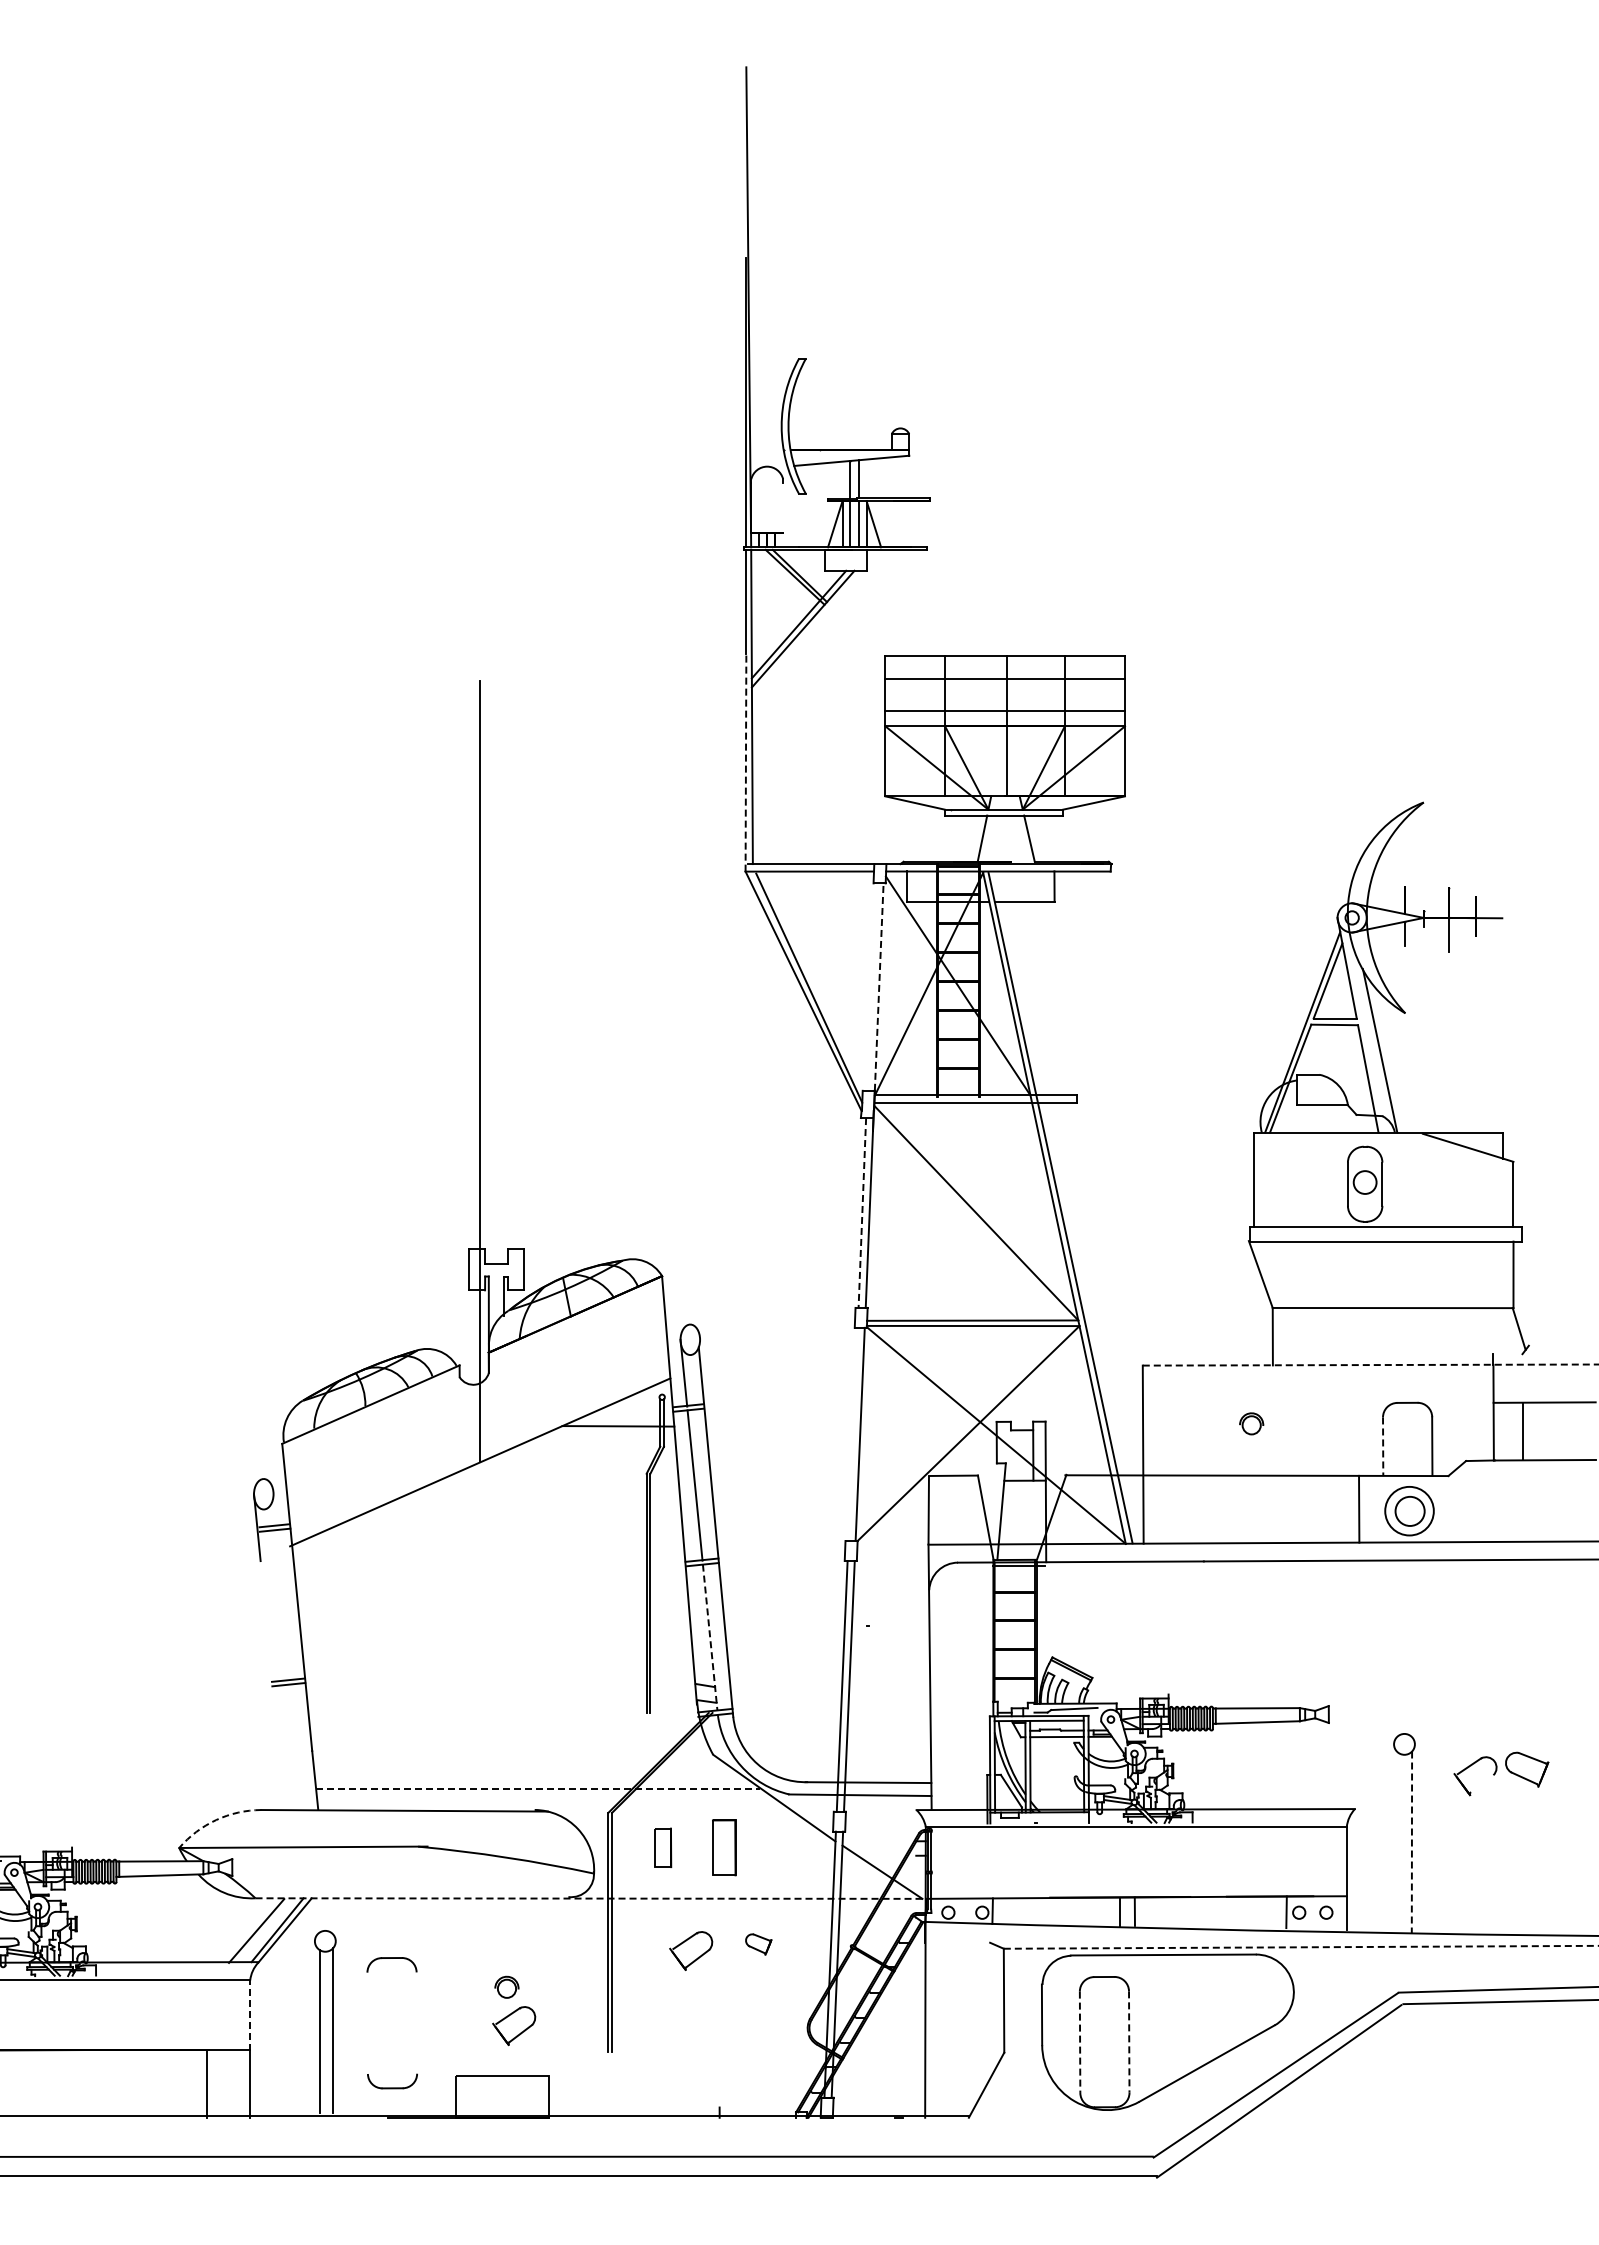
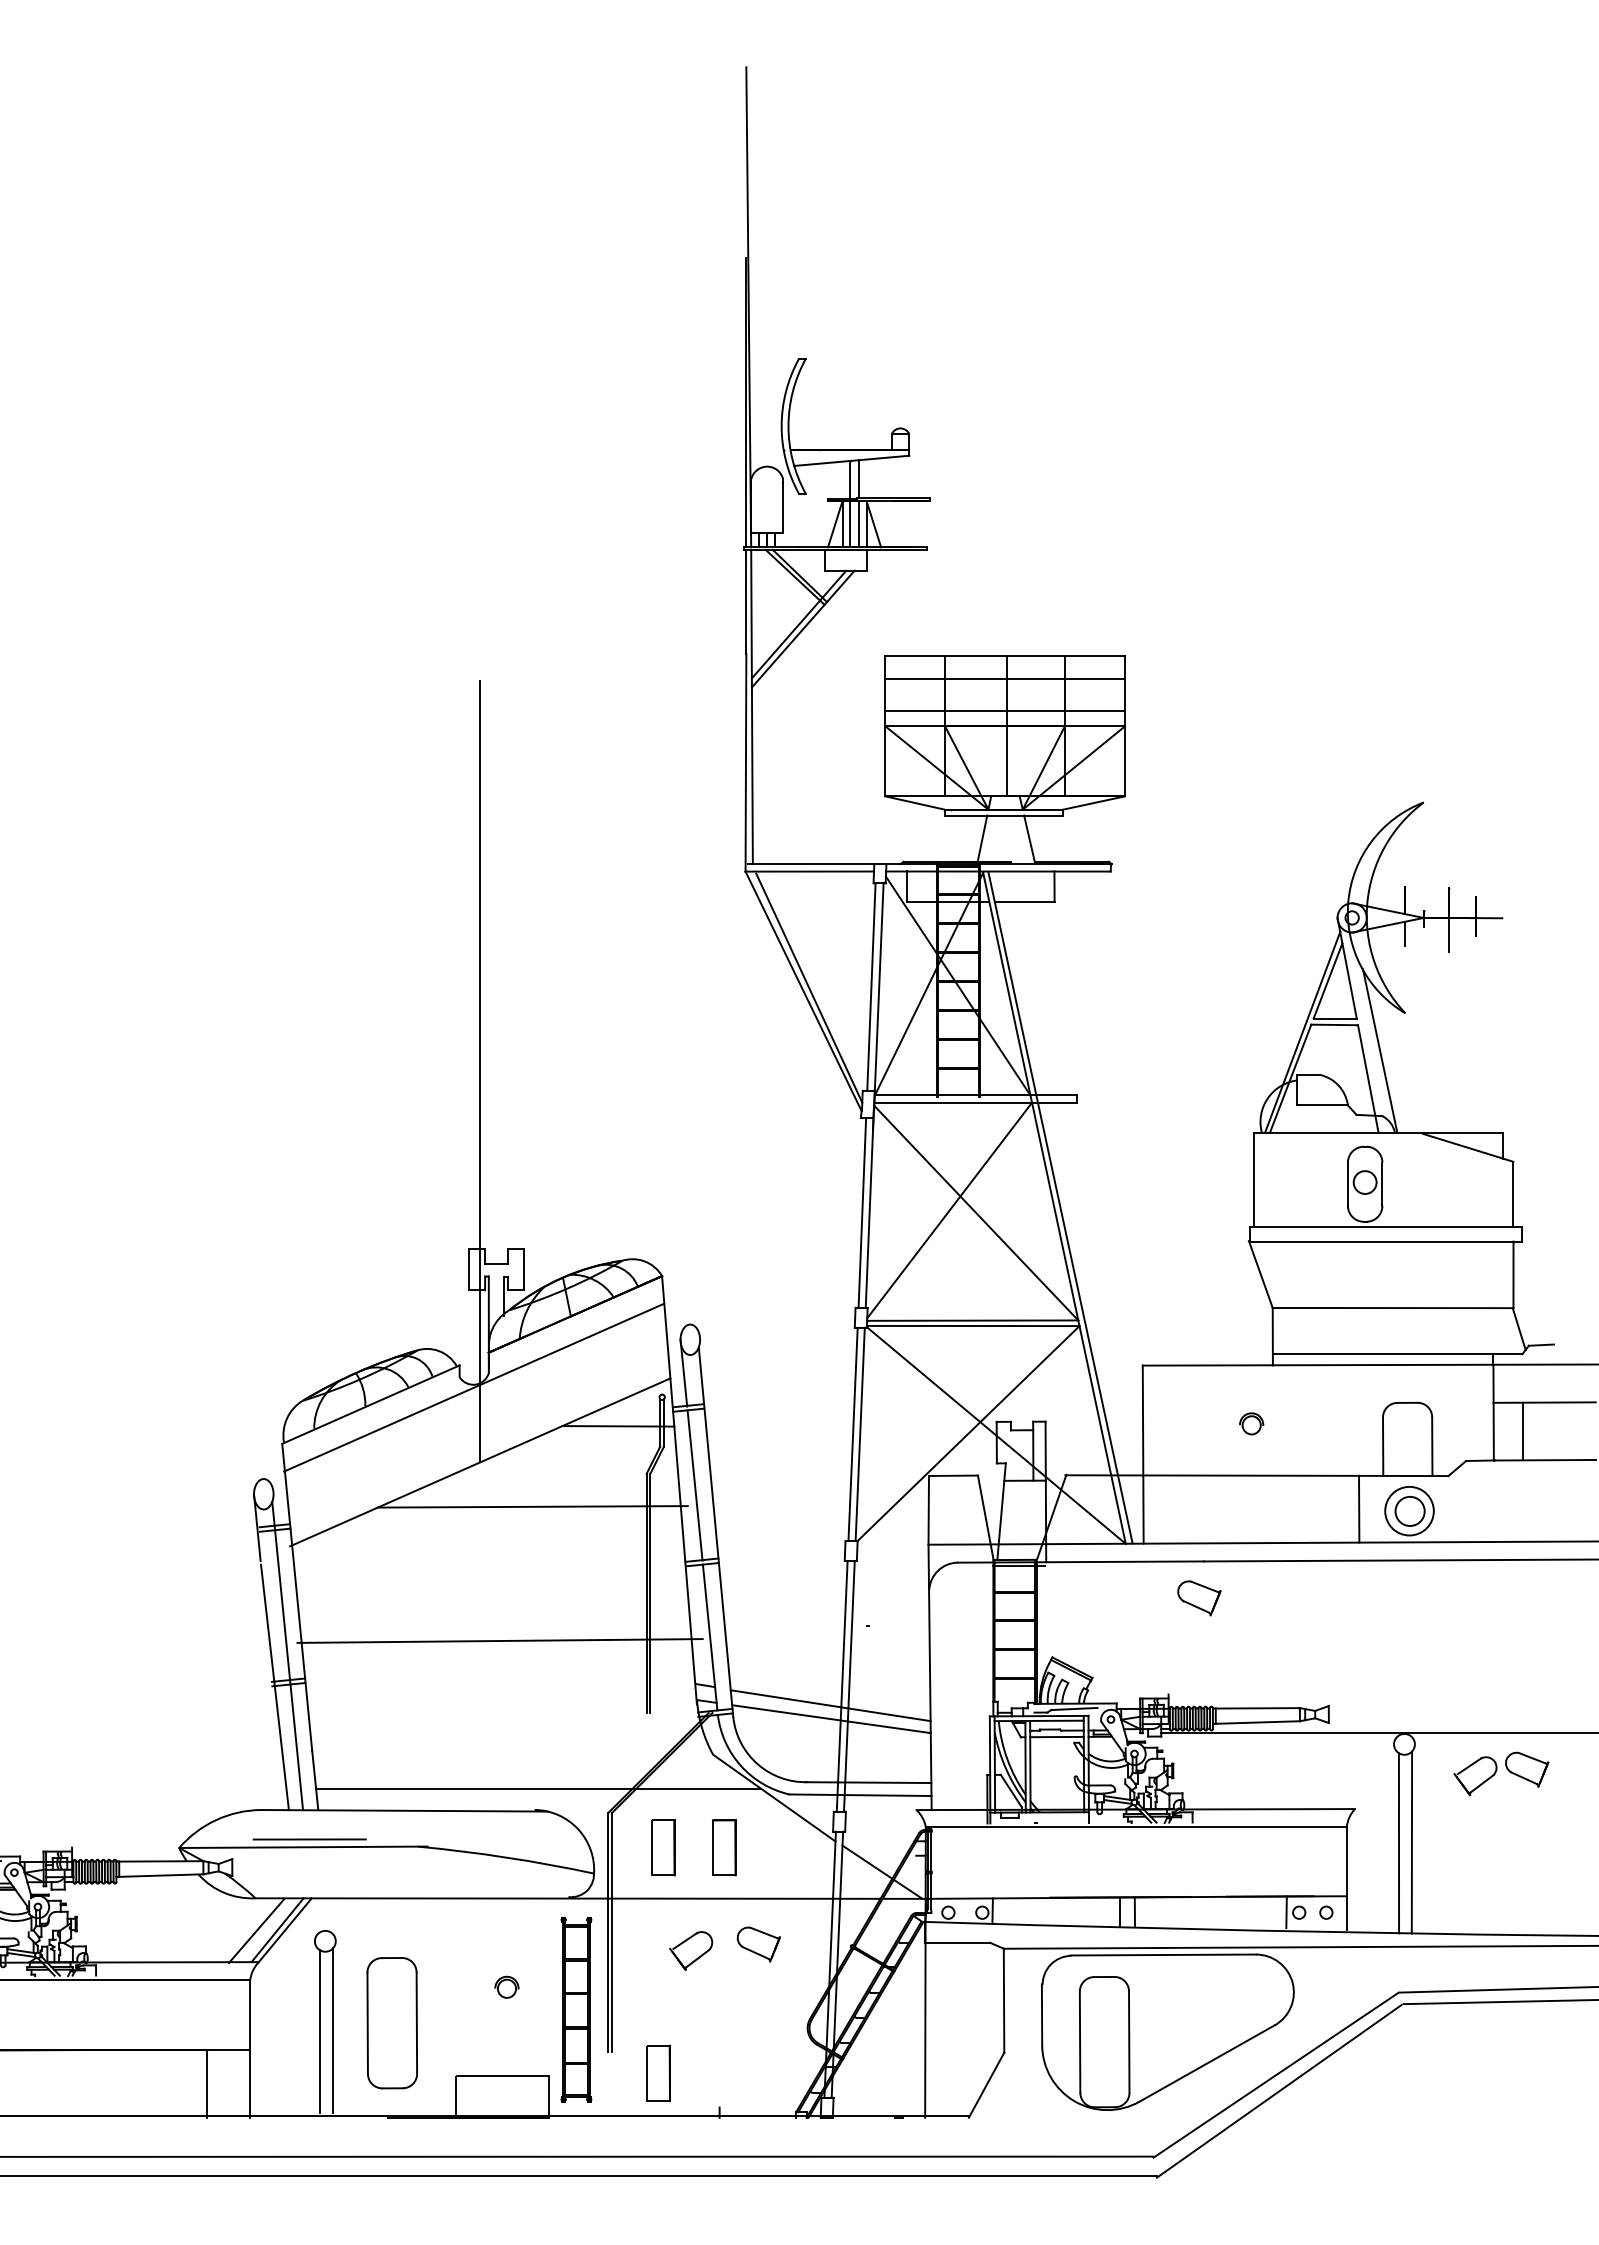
line at (783, 508): none -> present
line at (745, 762): dashed -> solid
line at (871, 986): none -> present
line at (879, 987): dashed -> solid
line at (949, 1210): none -> present
line at (862, 1213): dashed -> solid
line at (1540, 1344): none -> present
line at (1397, 1354): none -> present
line at (1370, 1365): dashed -> solid
line at (474, 1387): none -> present
line at (852, 1434): none -> present
line at (1383, 1447): dashed -> solid
line at (532, 1506): none -> present
part at (1199, 1598): none -> present
line at (710, 1638): dashed -> solid
line at (499, 1640): none -> present
line at (287, 1655): none -> present
line at (274, 1686): none -> present
line at (830, 1705): none -> present
line at (831, 1719): none -> present
line at (1378, 1733): none -> present
line at (1481, 1783): none -> present
line at (538, 1789): dashed -> solid
arc at (216, 1820): dashed -> solid
line at (309, 1839): none -> present
line at (1398, 1843): none -> present
line at (1411, 1843): dashed -> solid
part at (663, 1847) size: 19x41 px -> 25x58 px
line at (591, 1898): dashed -> solid
line at (957, 1942): none -> present
part at (758, 1944) size: 28x23 px -> 45x37 px
line at (1301, 1947): dashed -> solid
part at (576, 2009): none -> present
line at (250, 2015): dashed -> solid
line at (367, 2022): none -> present
line at (416, 2022): none -> present
part at (514, 2025): present -> none
line at (1080, 2042): dashed -> solid
line at (1129, 2042): dashed -> solid
part at (658, 2072): none -> present
